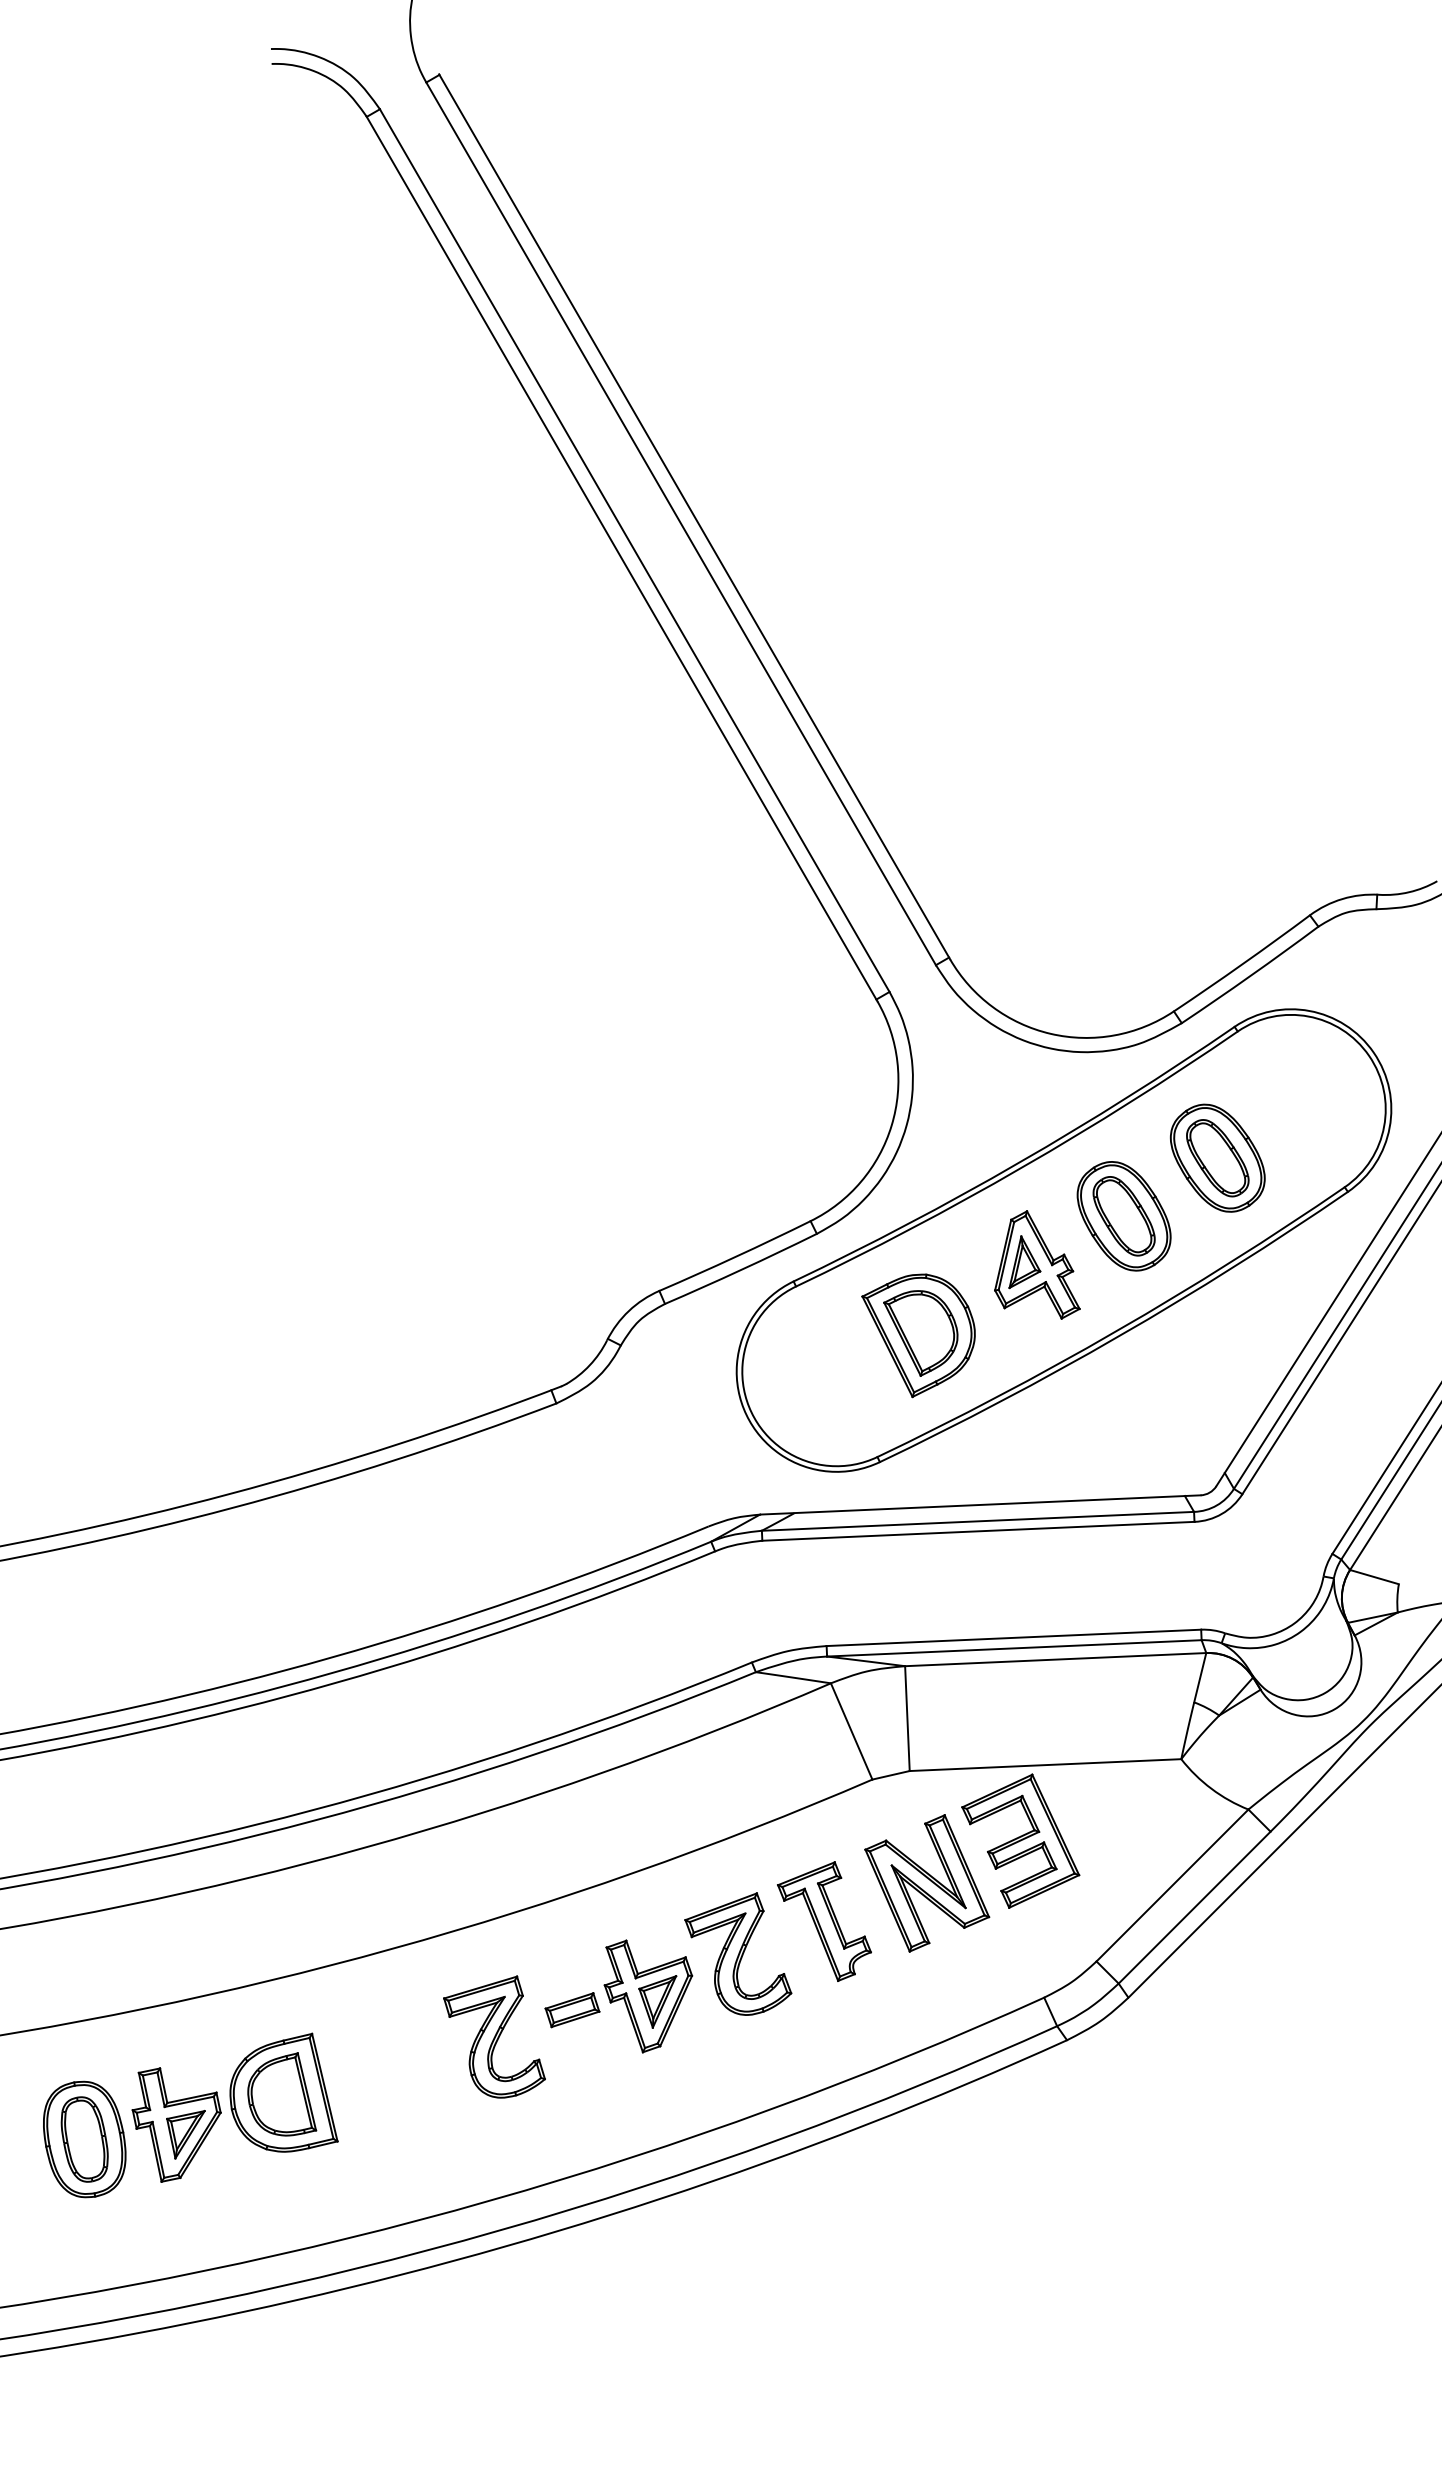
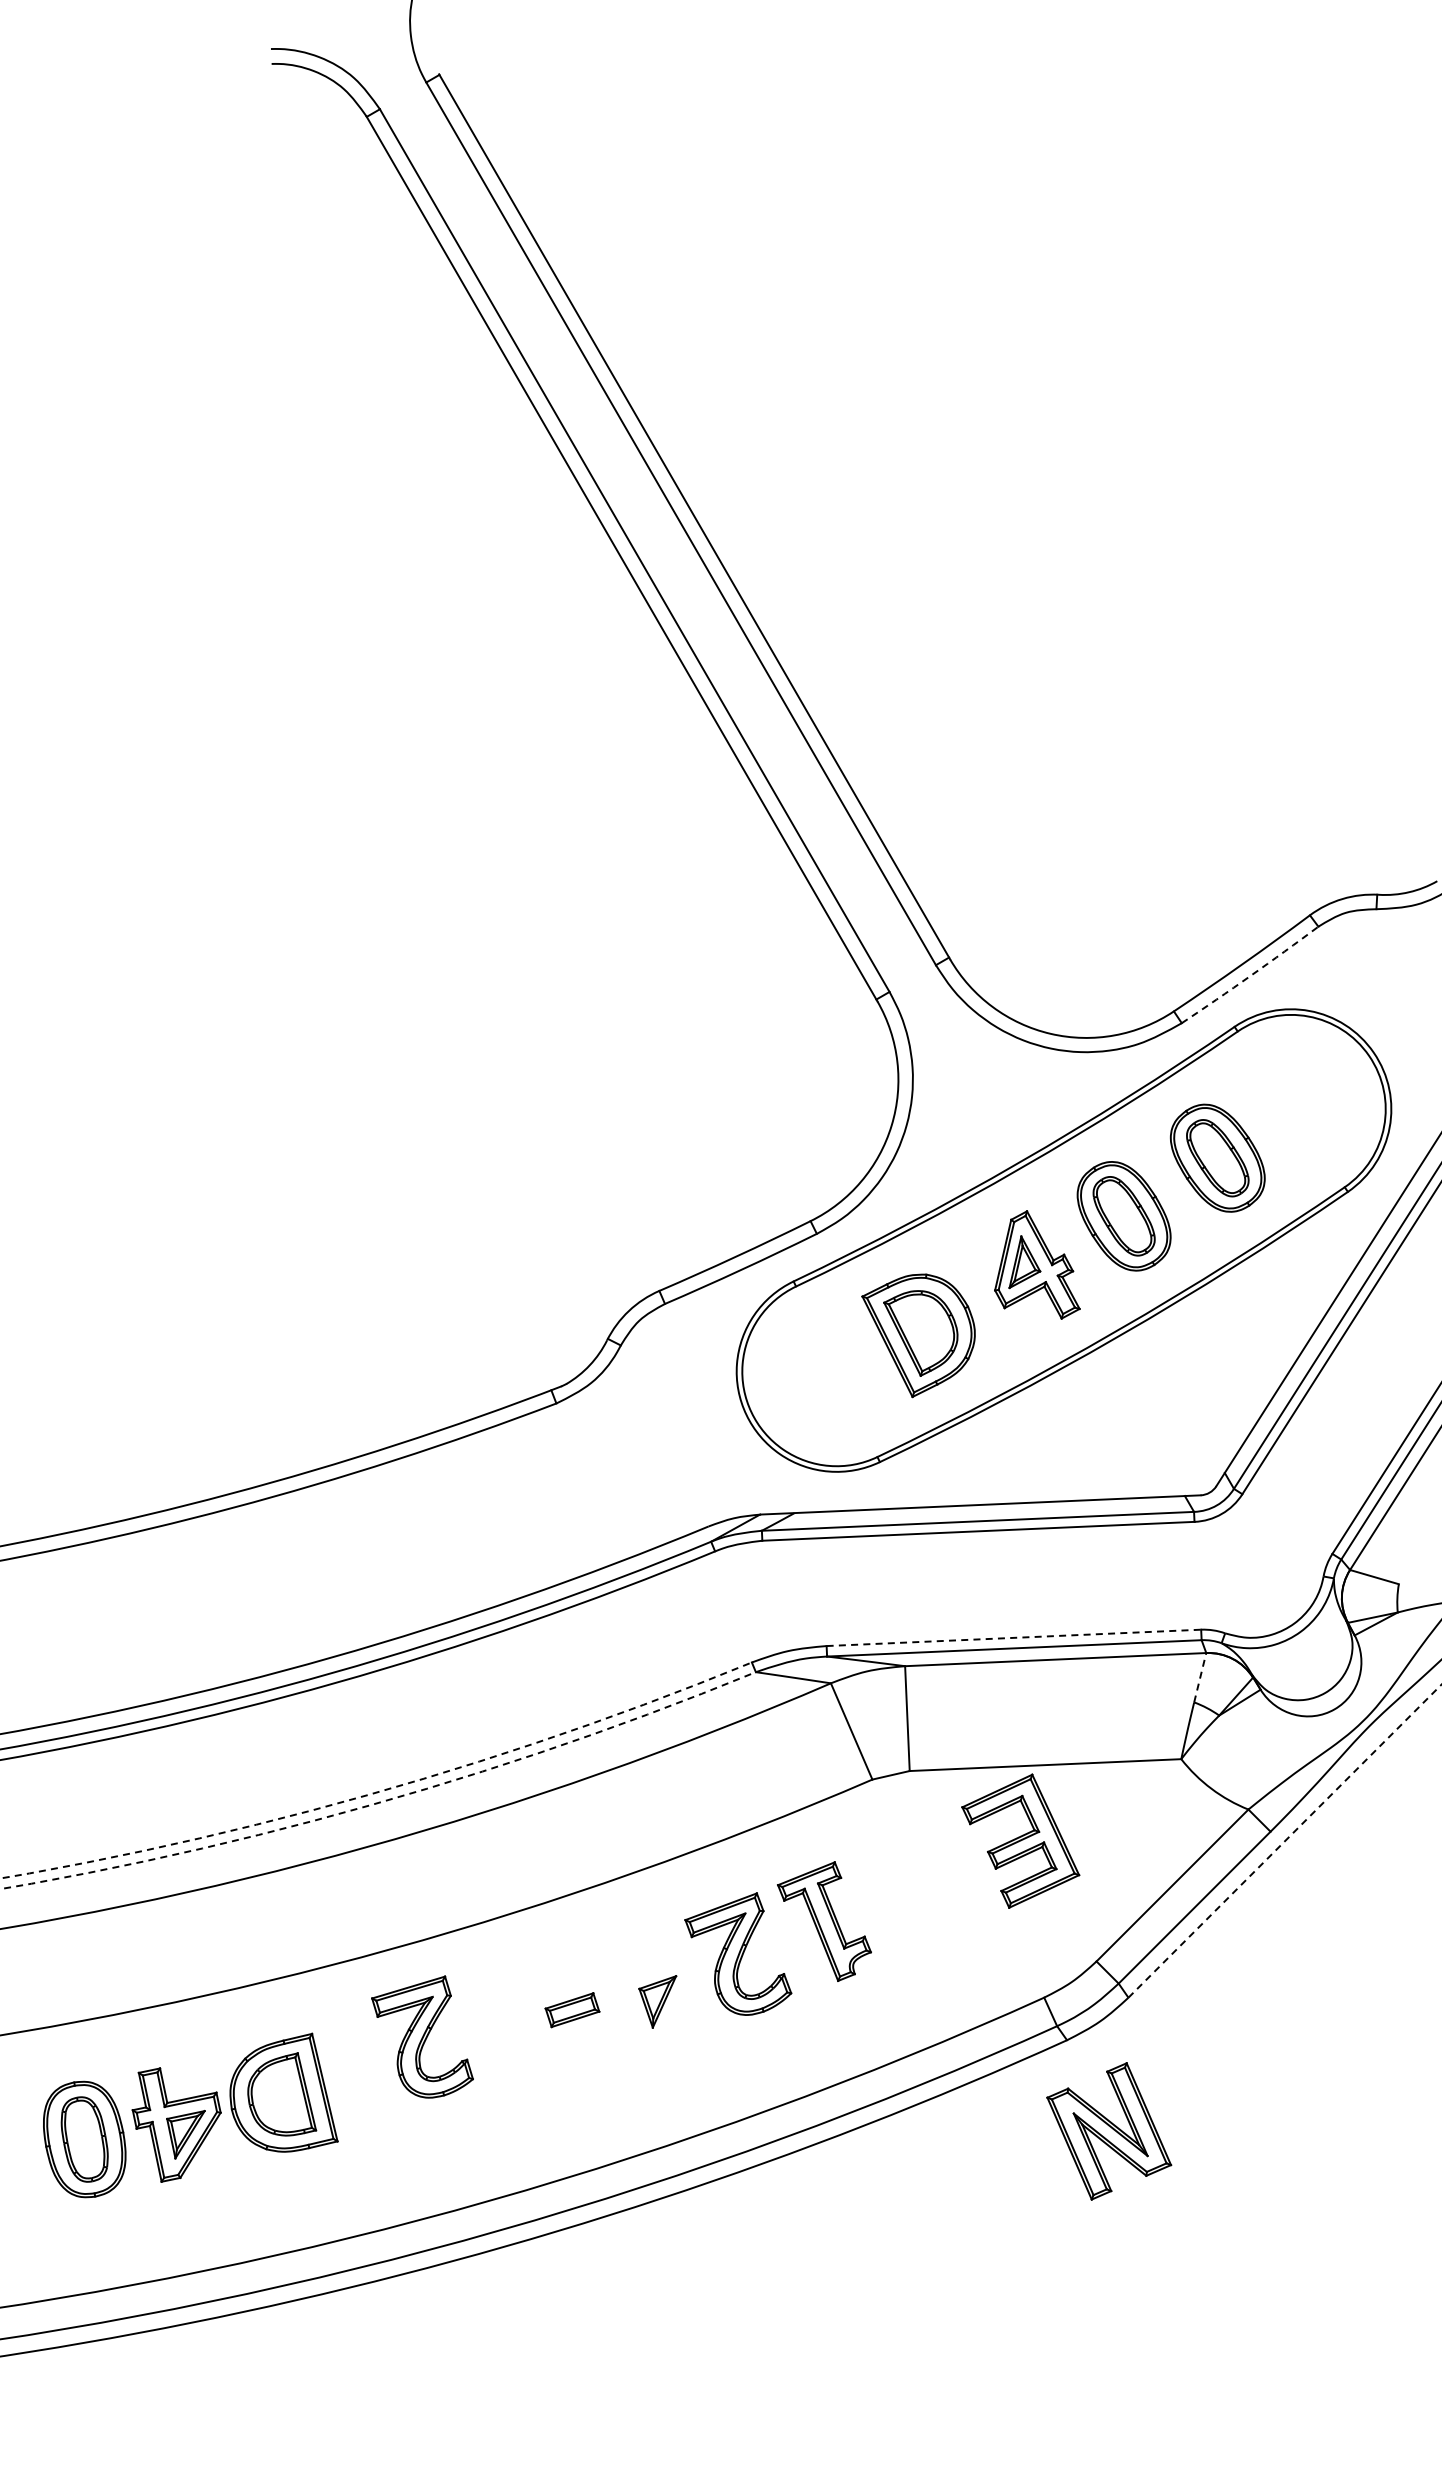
arc at (1250, 975): solid -> dashed
line at (1014, 1637): solid -> dashed
line at (1200, 1677): solid -> dashed
arc at (382, 1790): solid -> dashed
arc at (383, 1801): solid -> dashed
line at (1285, 1840): solid -> dashed
part at (927, 1883) position: (927, 1883) -> (1109, 2131)
part at (648, 1996): present -> none
part at (494, 2036) position: (494, 2036) -> (422, 2036)
